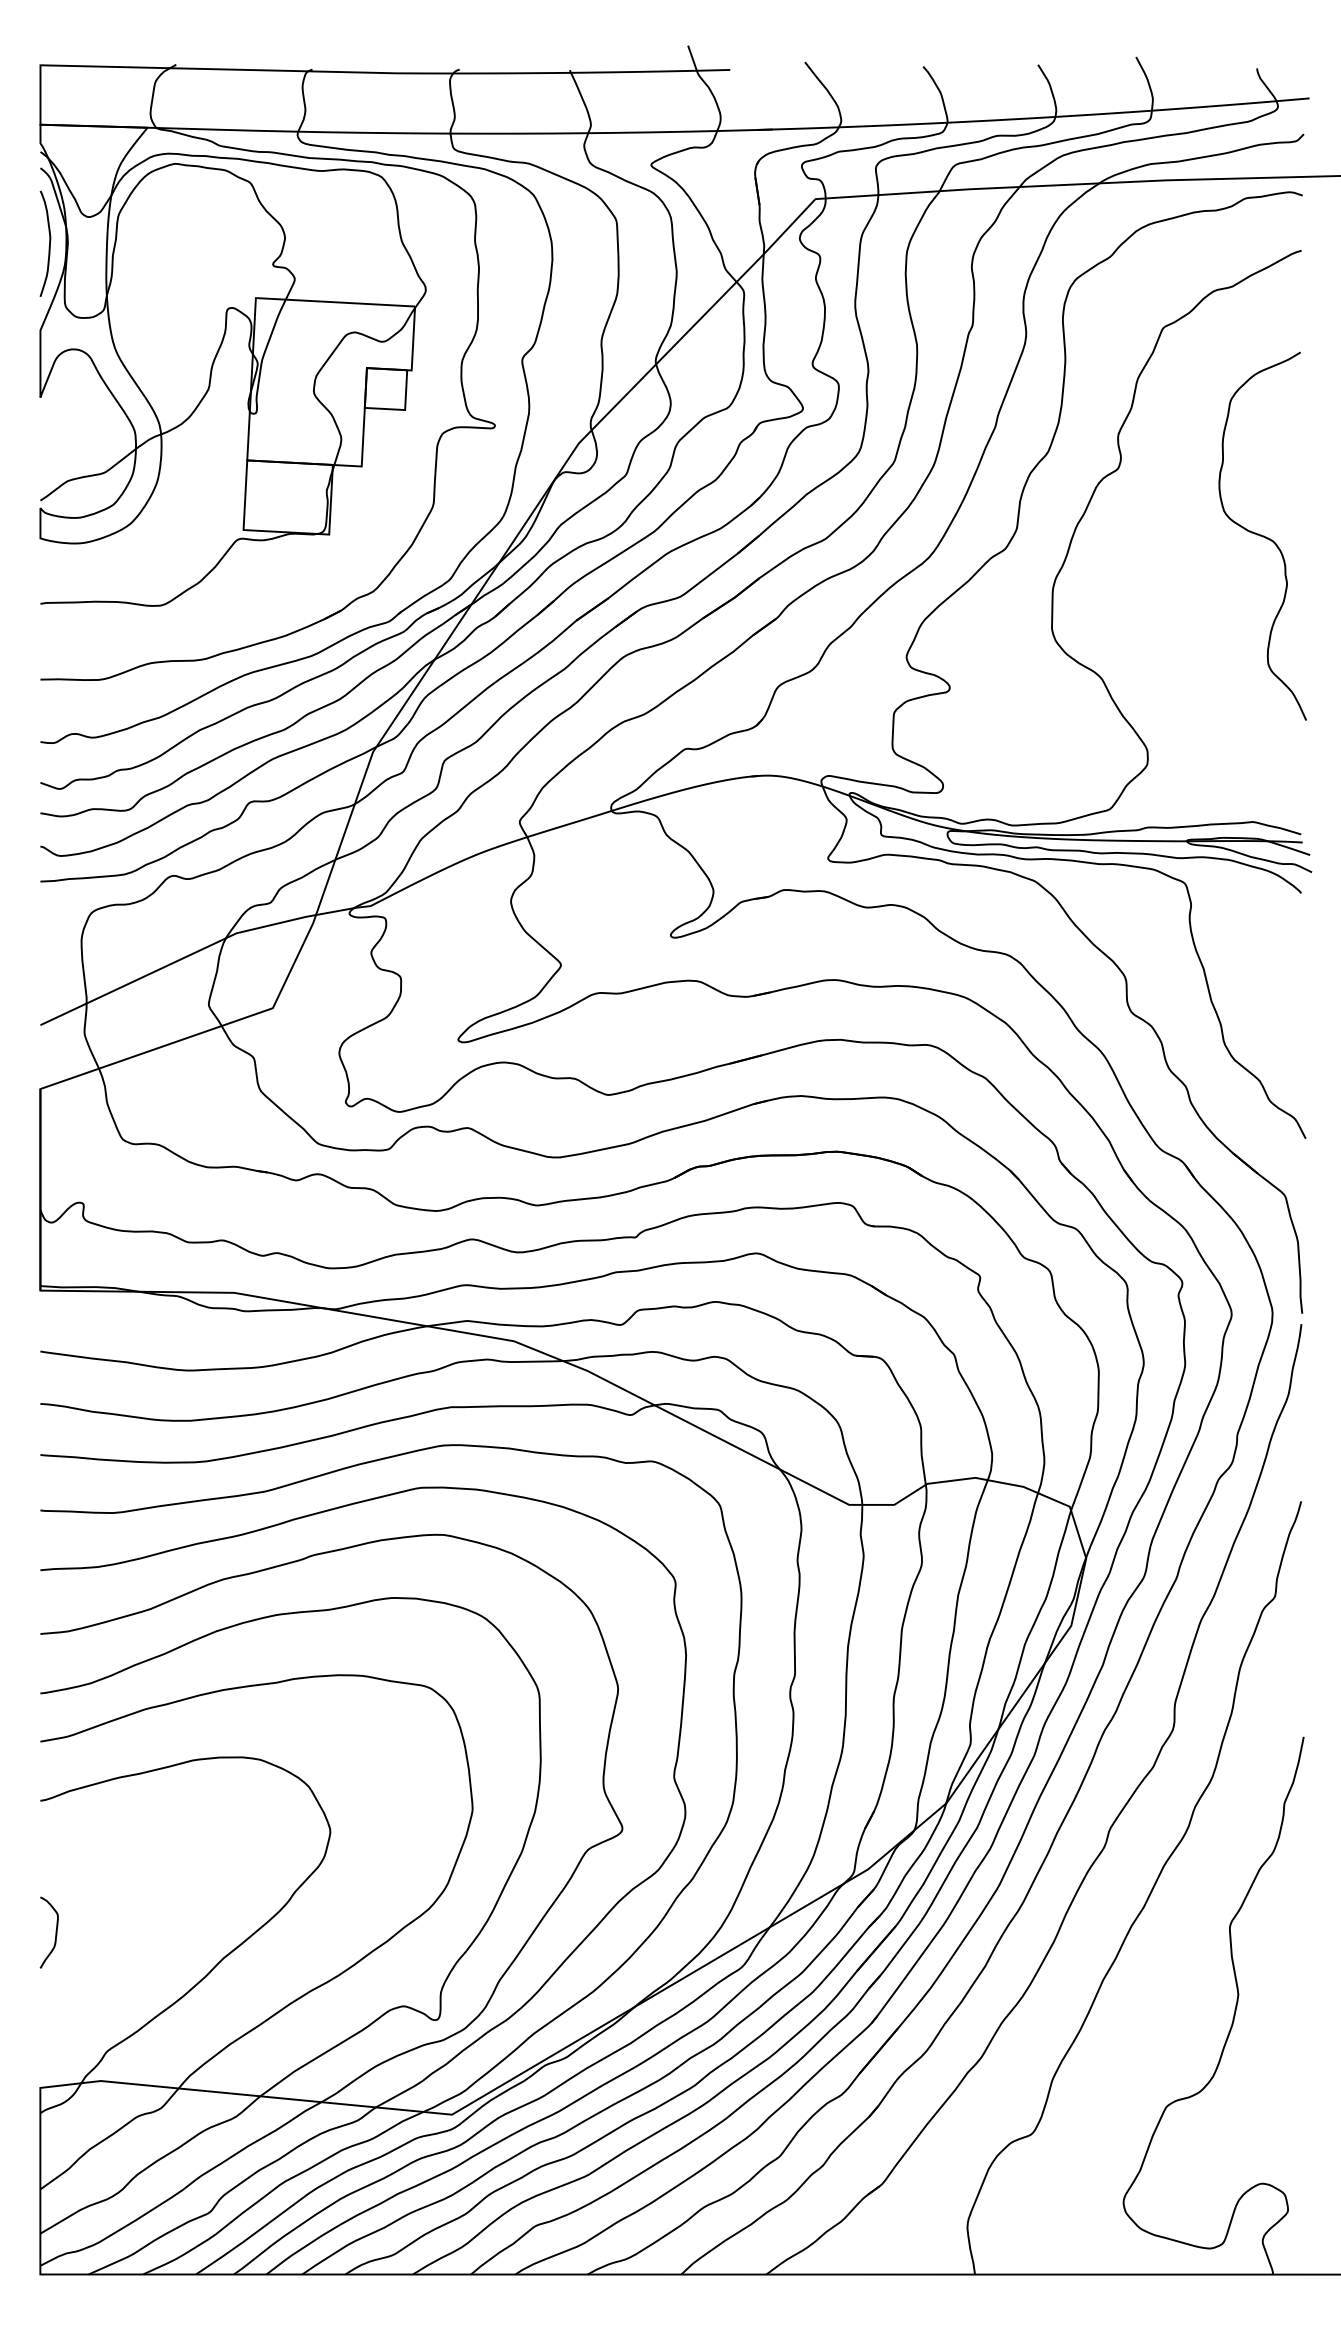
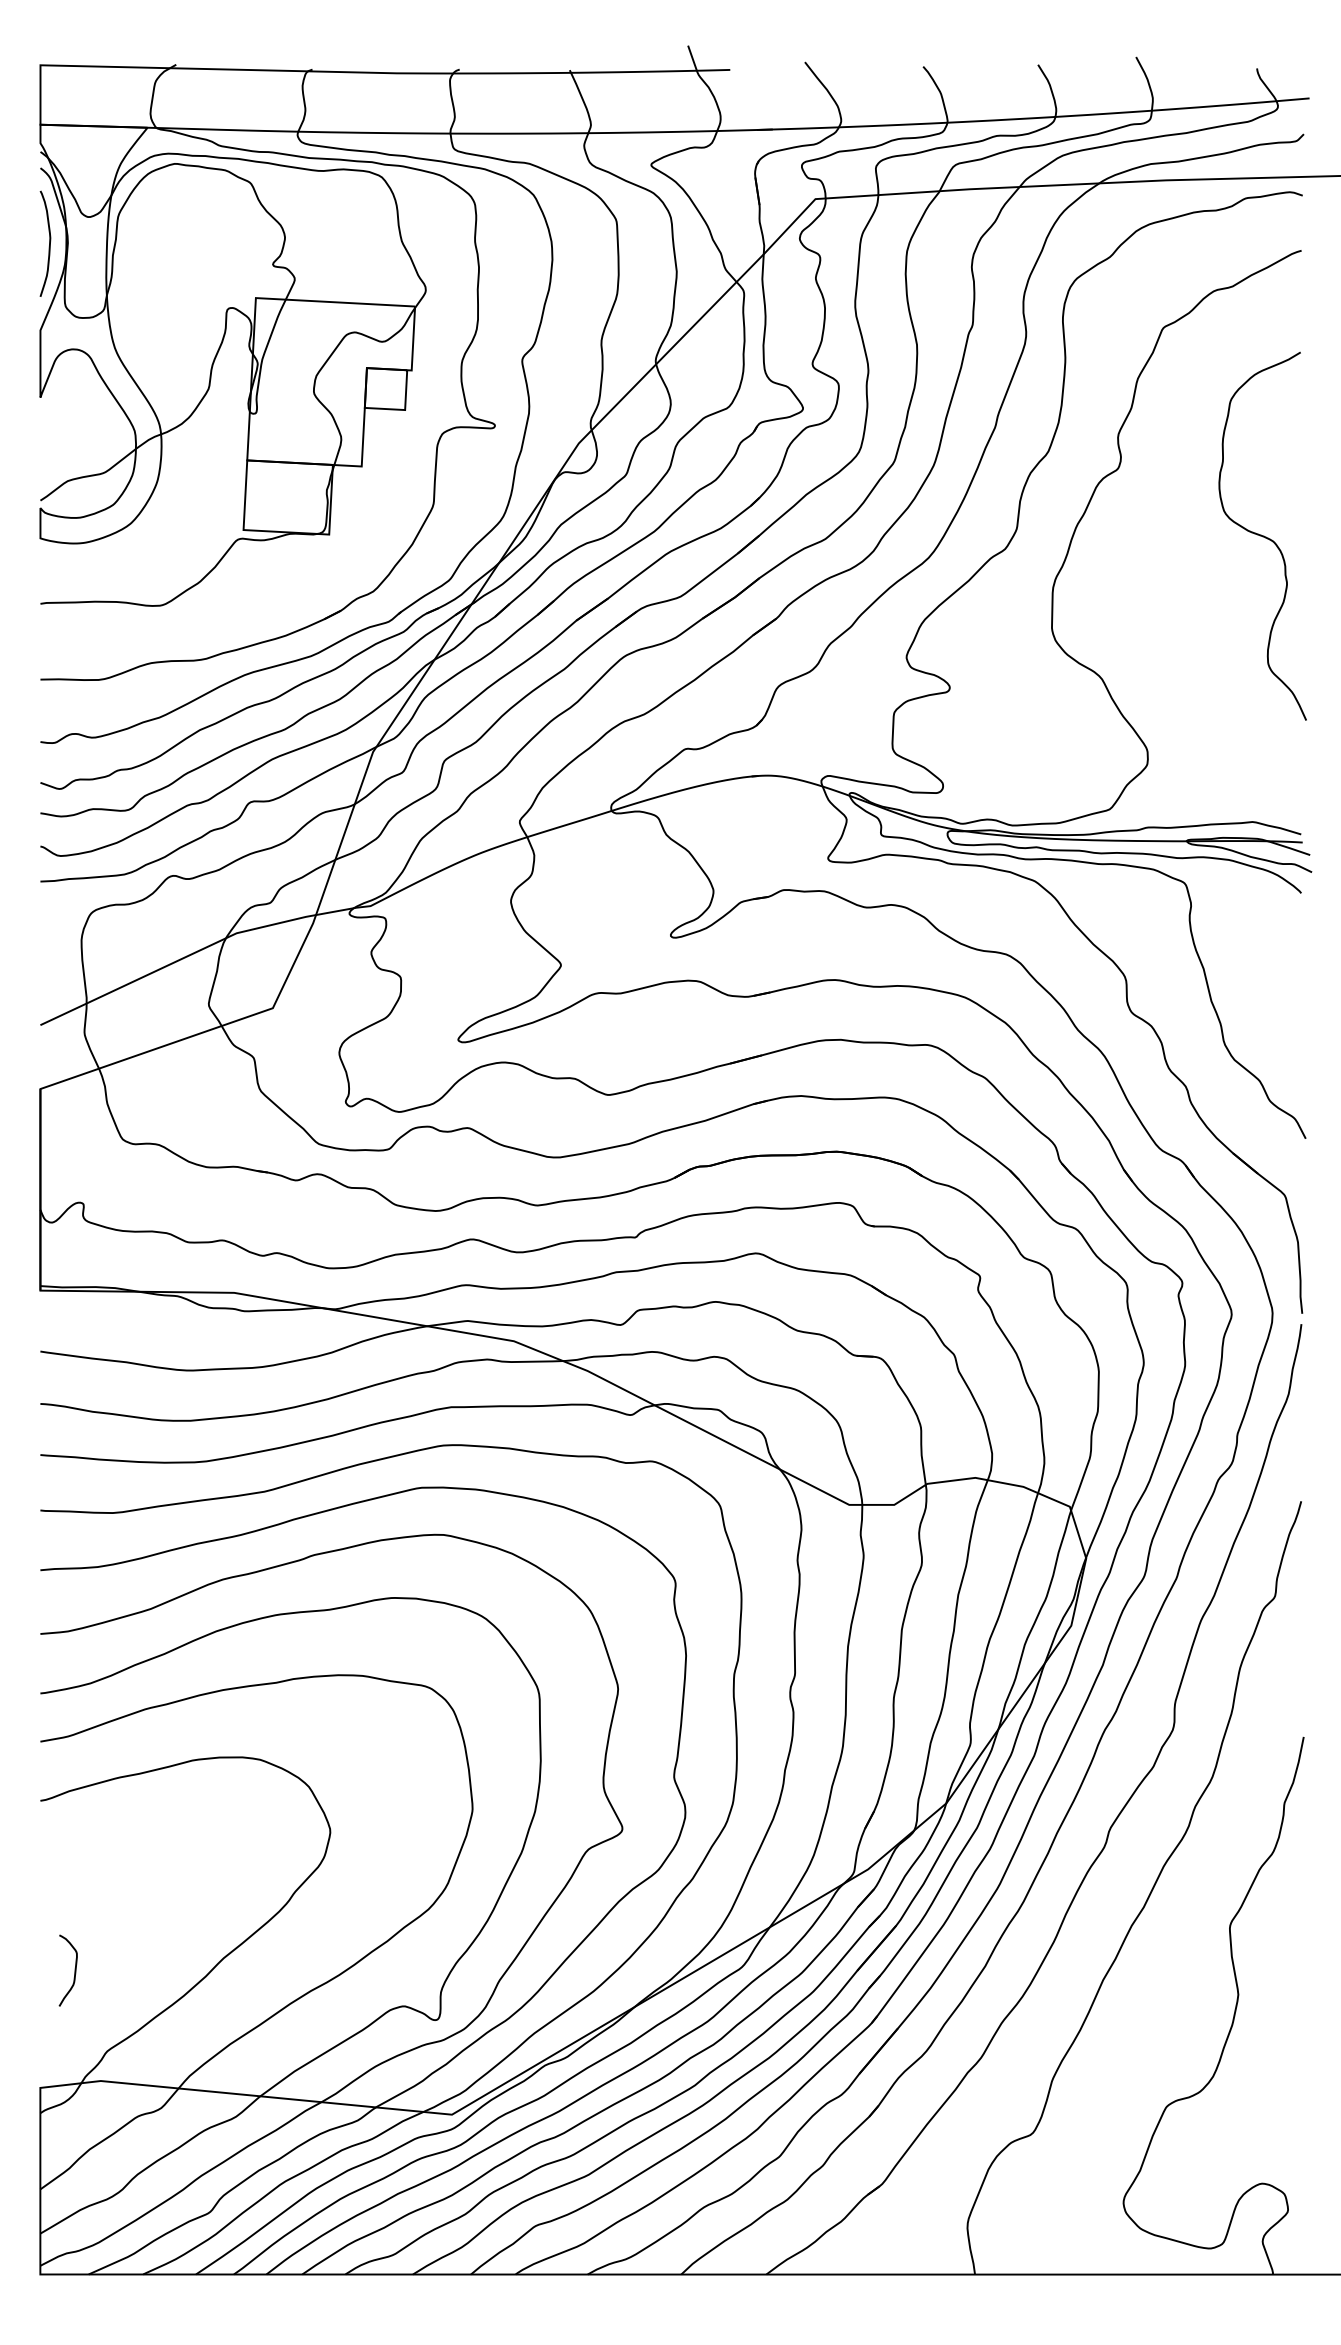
curve at (55, 1932) position: (55, 1932) -> (74, 1970)
